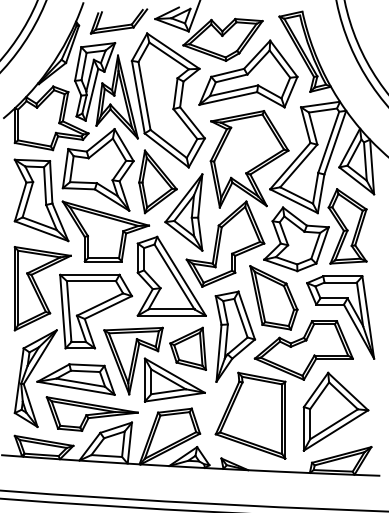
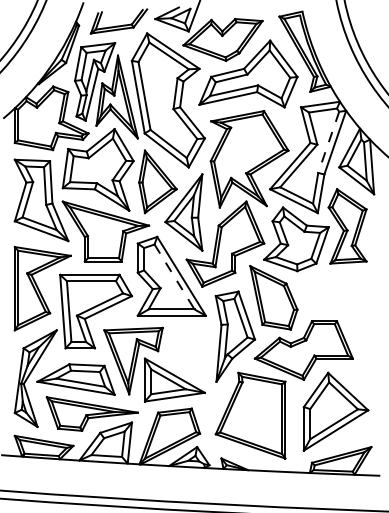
line at (328, 142): solid -> dashed
line at (174, 277): solid -> dashed
part at (347, 313): present -> none
part at (187, 348): present -> none
